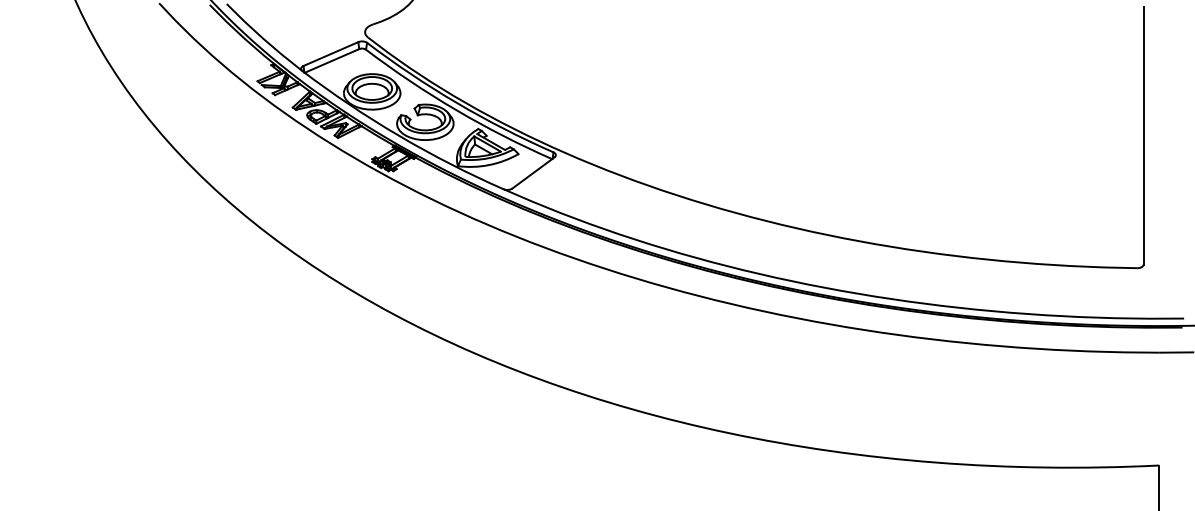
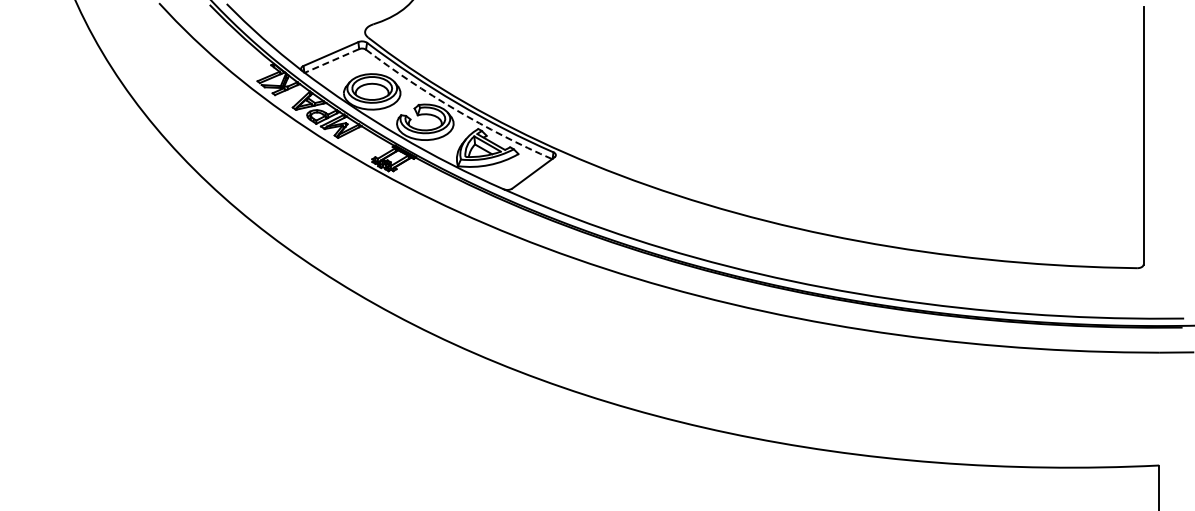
line at (331, 60): solid -> dashed
arc at (456, 110): solid -> dashed
